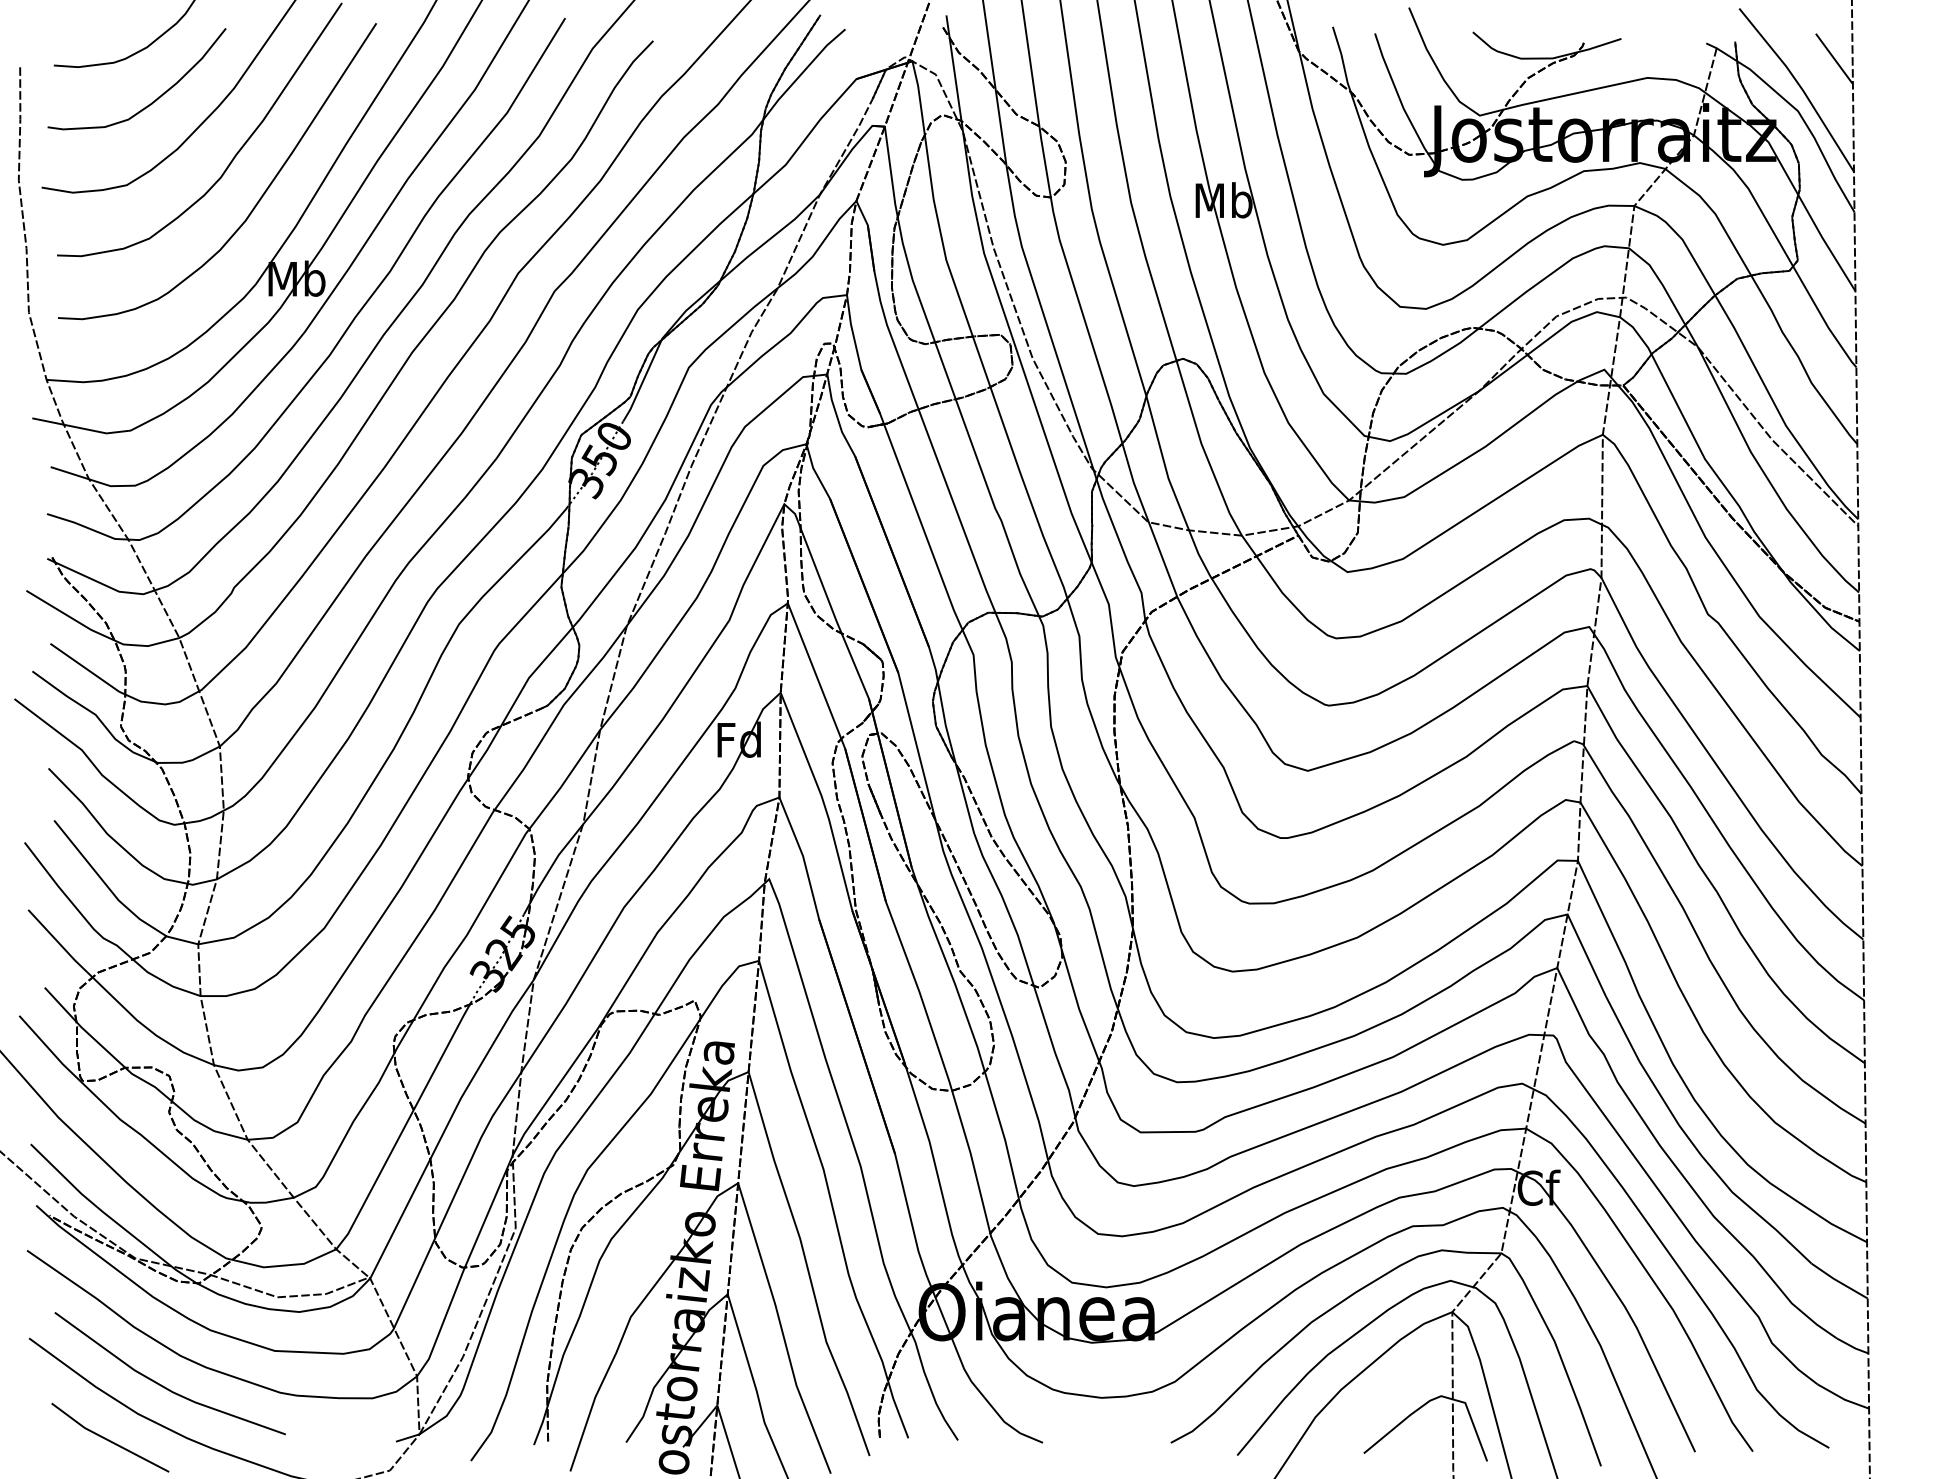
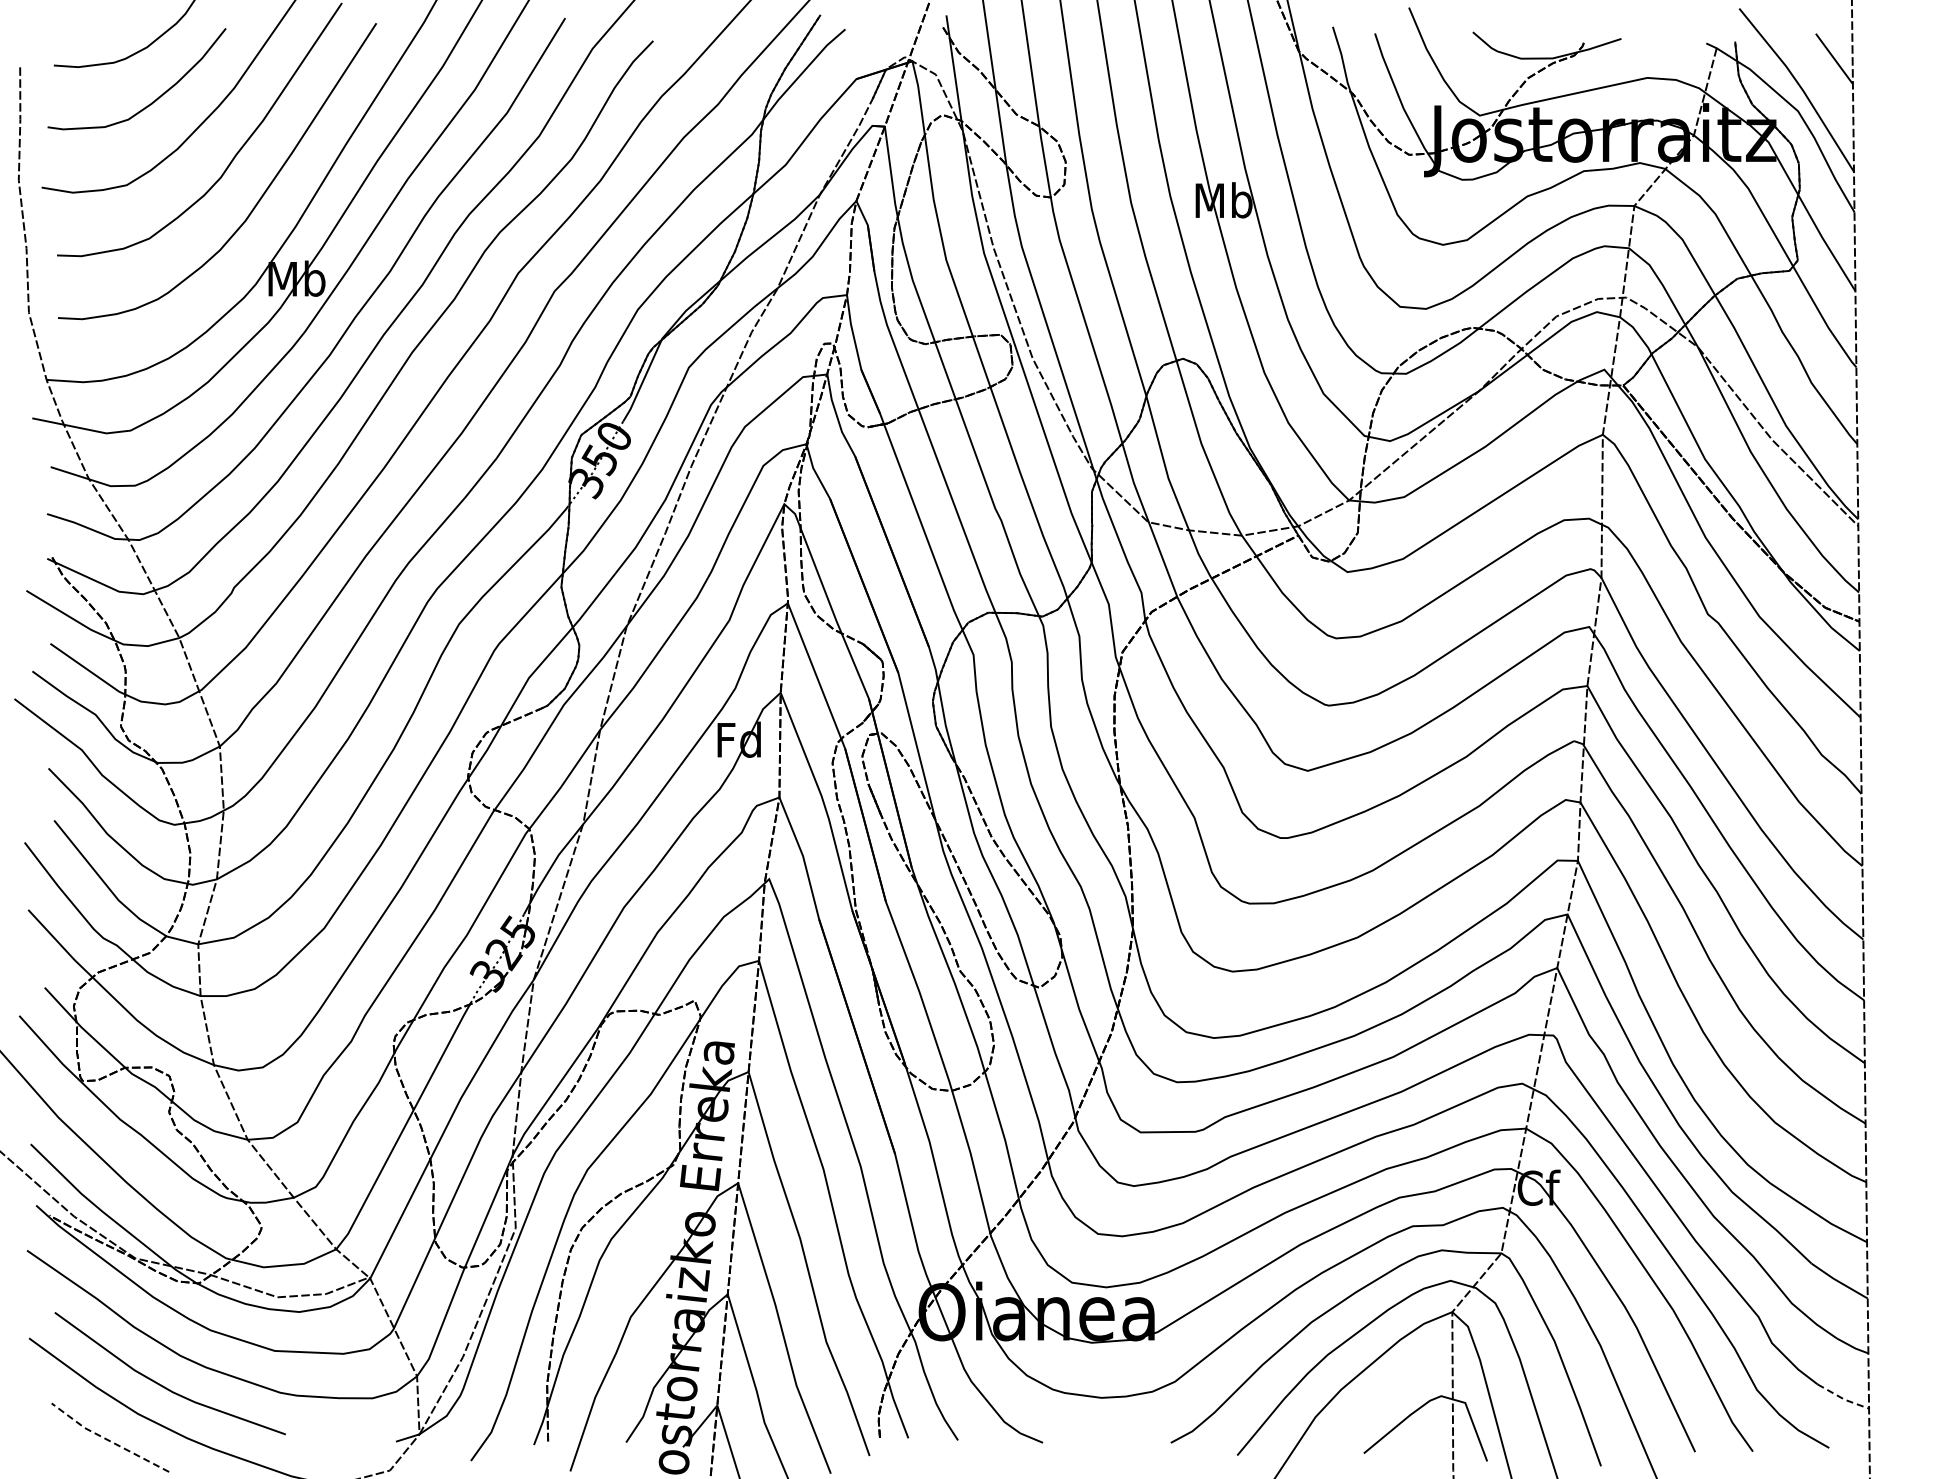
line at (1843, 1398): solid -> dashed
line at (108, 1440): solid -> dashed
